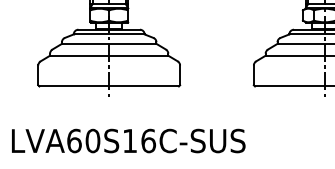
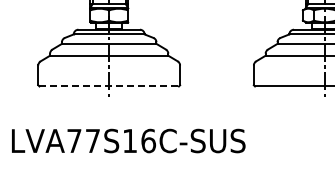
line at (109, 86): solid -> dashed
text at (83, 140): LVA60S16C-SUS -> LVA77S16C-SUS
